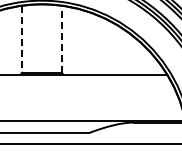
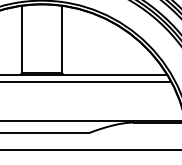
line at (61, 38): dashed -> solid
line at (22, 39): dashed -> solid
line at (86, 81): none -> present
line at (90, 143) position: (90, 143) -> (90, 149)
